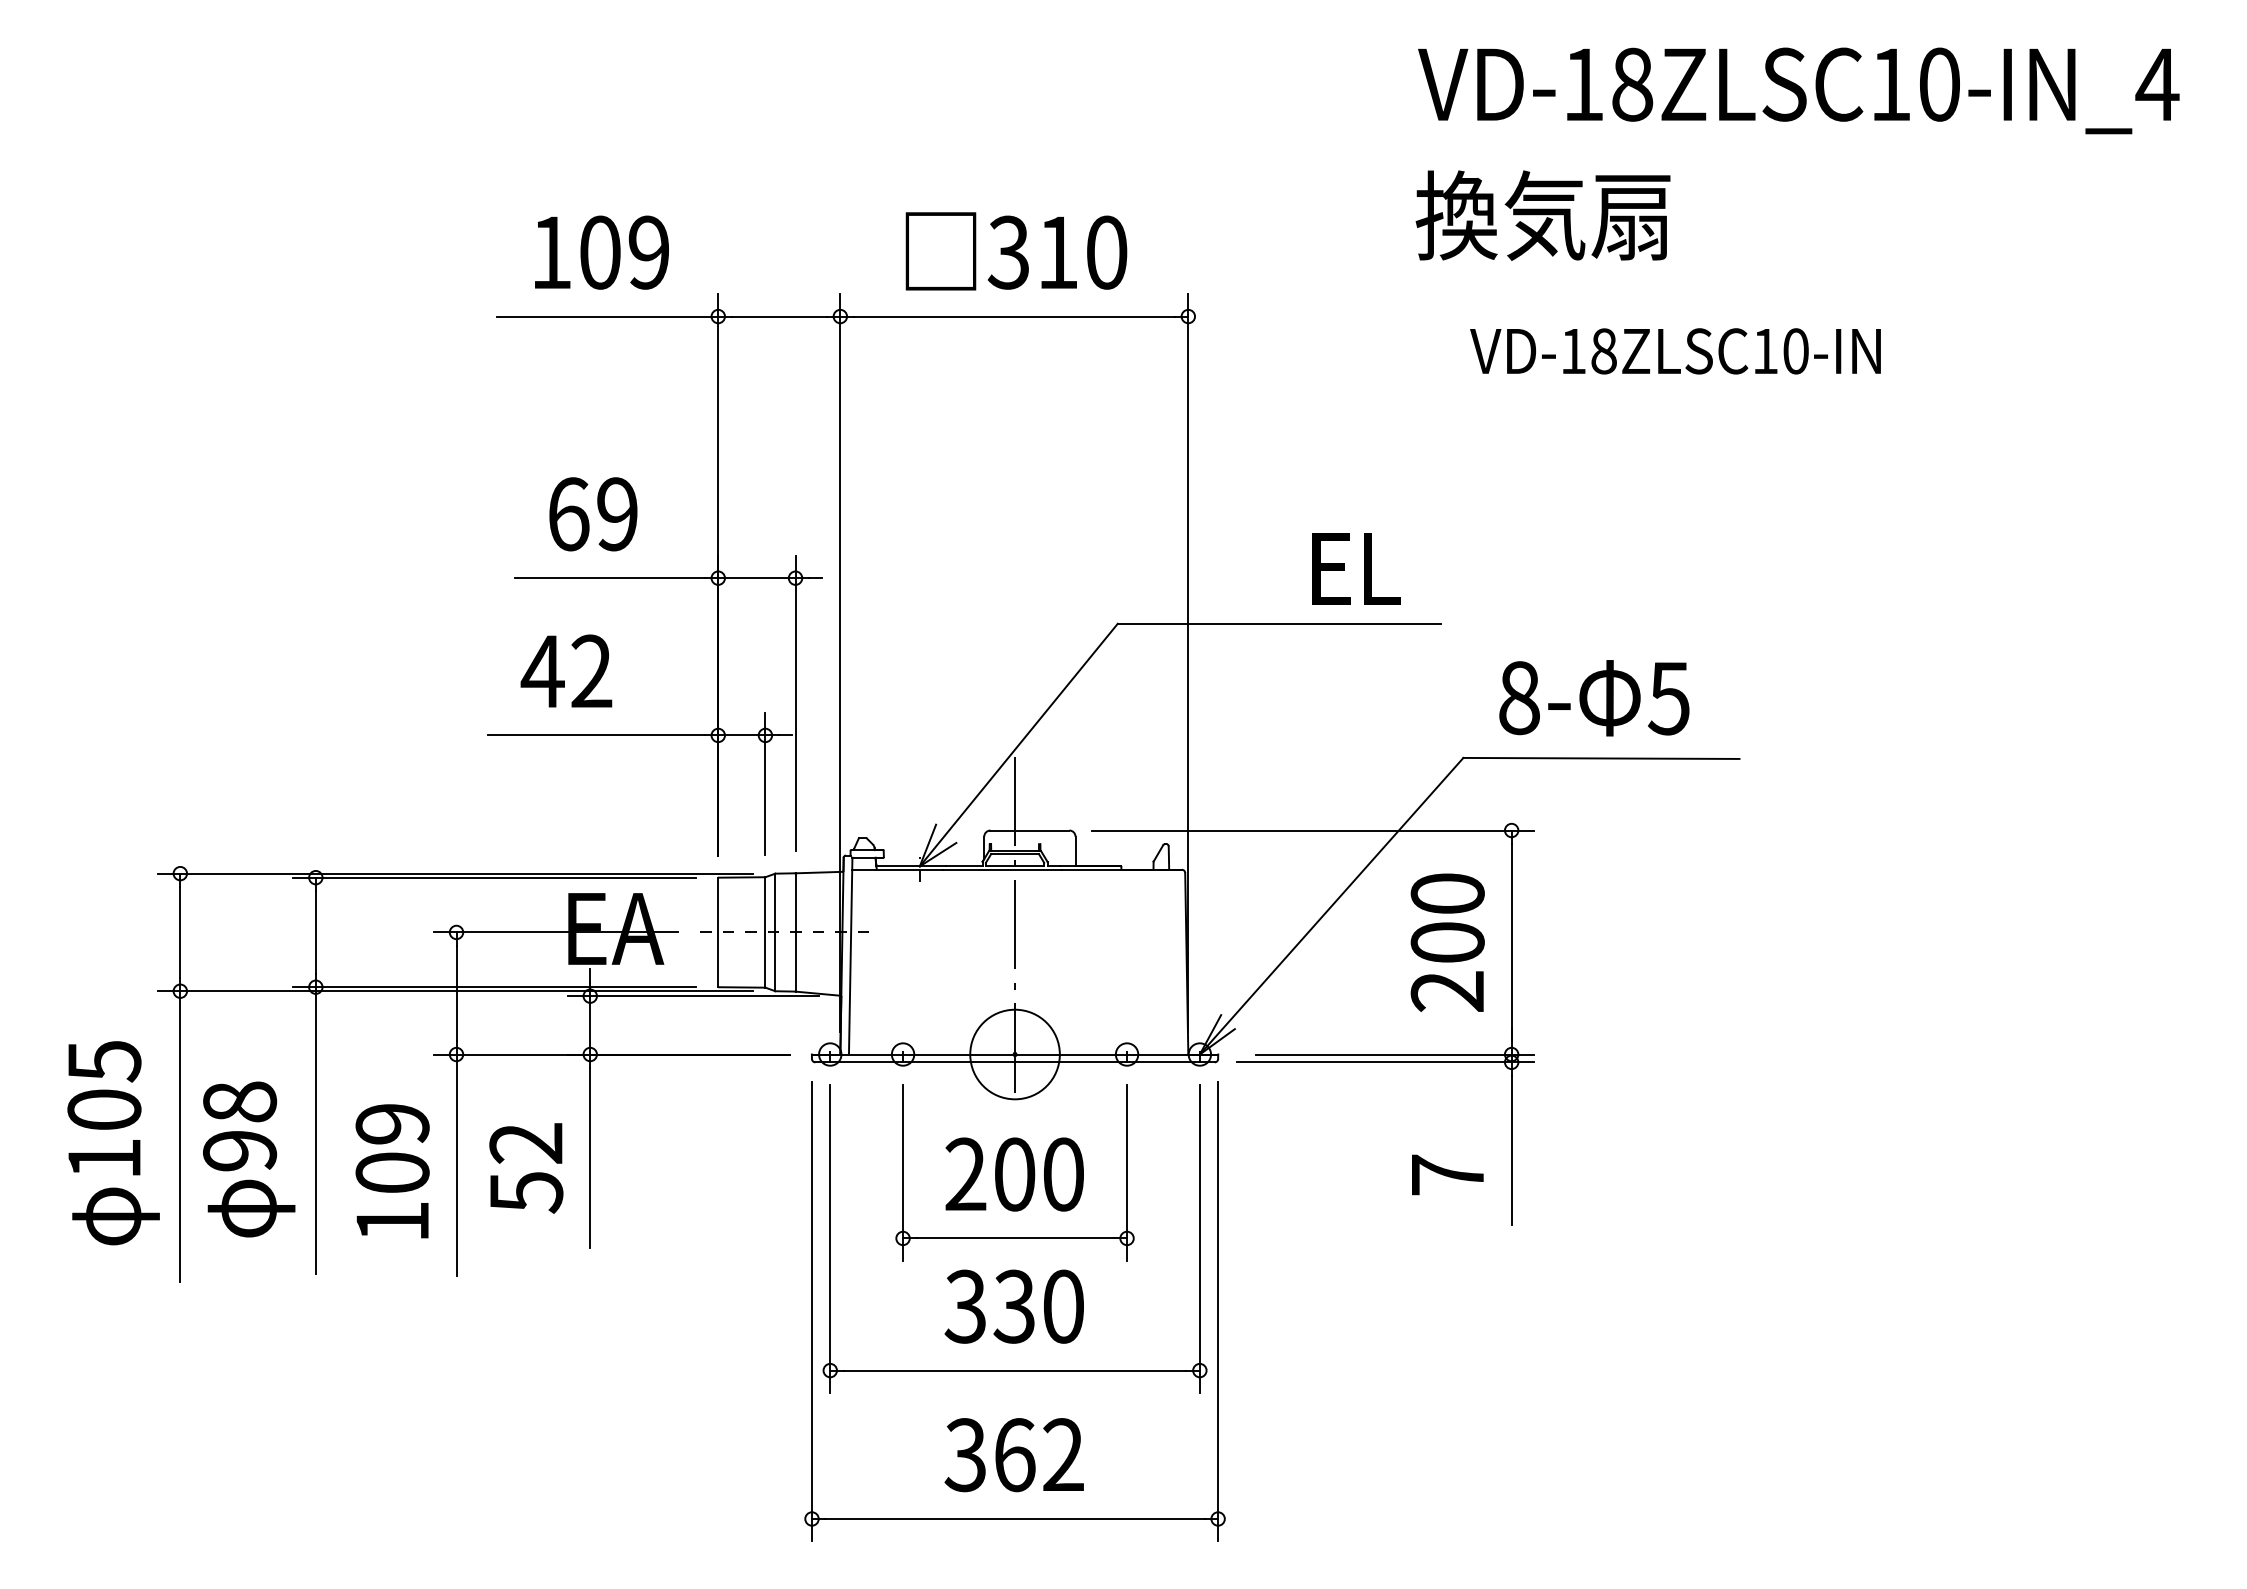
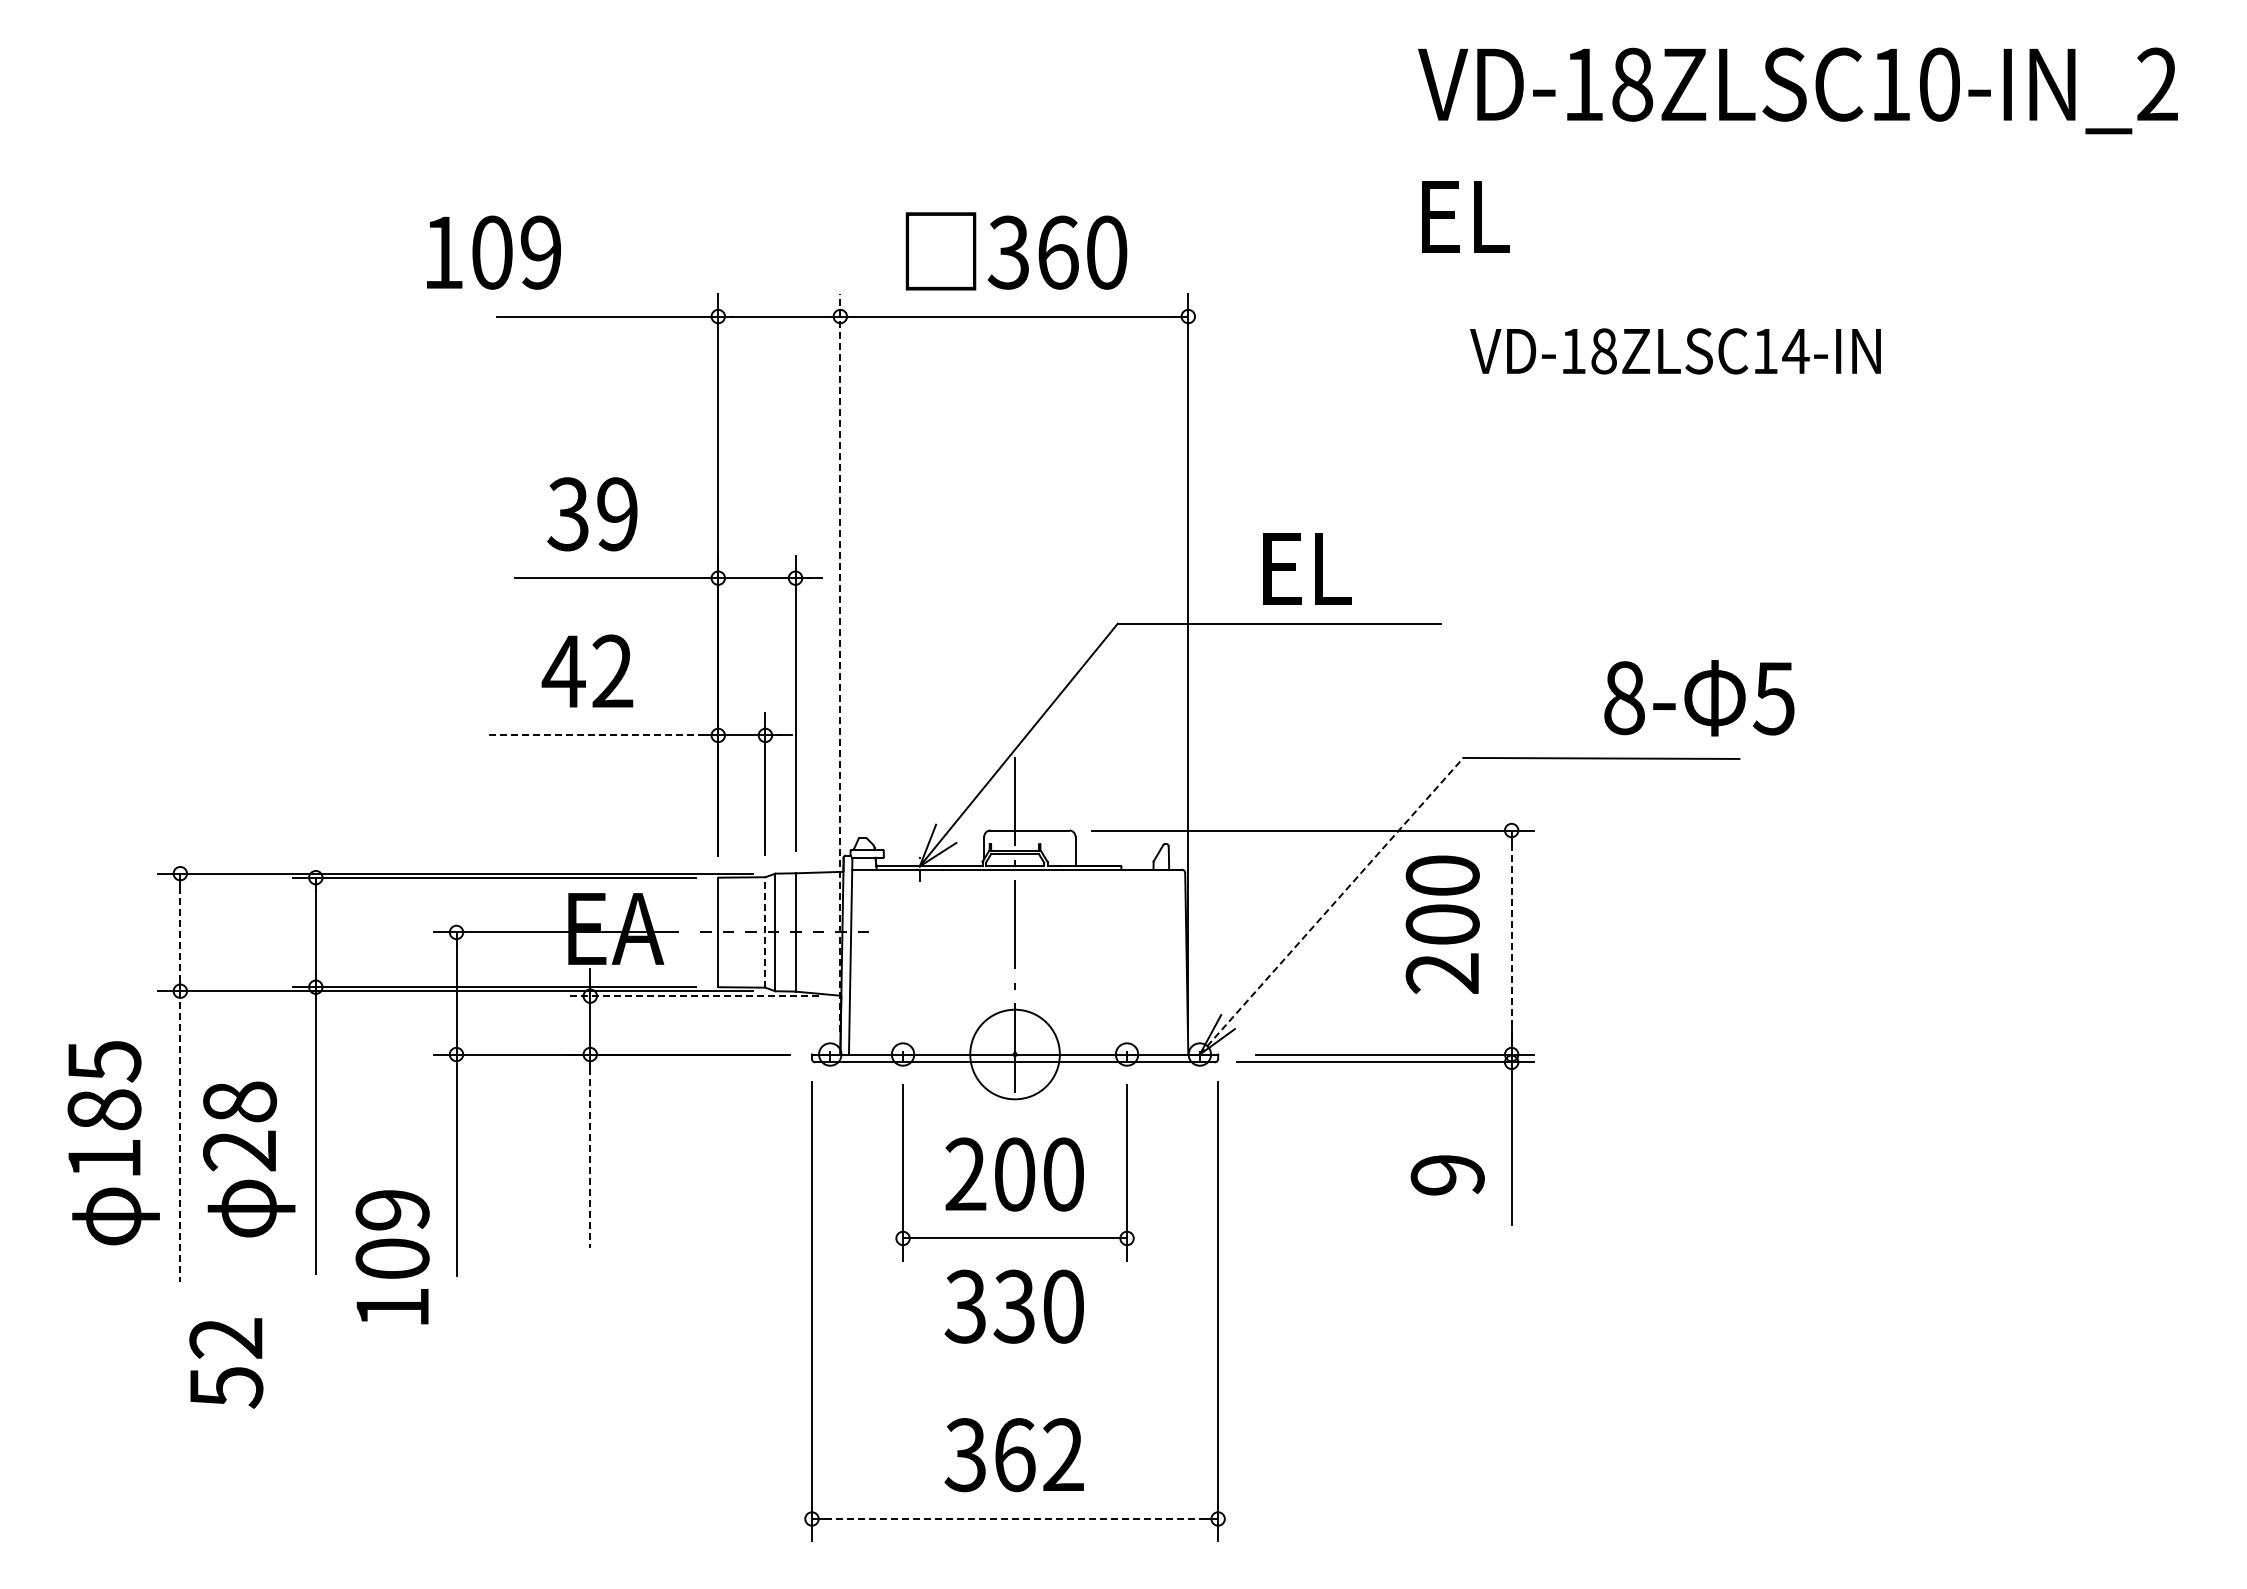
text at (2157, 83): VD-18ZLSC10-IN_4 -> VD-18ZLSC10-IN_2
text at (1542, 215): 換気扇 -> EL
text at (601, 252) position: (601, 252) -> (493, 252)
text at (1058, 252): 310 -> 360
text at (1795, 351): VD-18ZLSC10-IN -> VD-18ZLSC14-IN
text at (568, 514): 69 -> 39
text at (1356, 568) position: (1356, 568) -> (1307, 568)
line at (840, 663): solid -> dashed
text at (566, 670) position: (566, 670) -> (587, 670)
text at (1594, 698) position: (1594, 698) -> (1699, 698)
line at (596, 735): solid -> dashed
line at (1331, 905): solid -> dashed
line at (765, 931): solid -> dashed
line at (180, 932): solid -> dashed
text at (1447, 942) position: (1447, 942) -> (1442, 924)
line at (1511, 942): solid -> dashed
line at (692, 996): solid -> dashed
text at (104, 1109): 105 -> 185
line at (180, 1137): solid -> dashed
text at (240, 1150): 98 -> 28
line at (590, 1157): solid -> dashed
text at (526, 1168) position: (526, 1168) -> (226, 1363)
text at (392, 1171) position: (392, 1171) -> (392, 1257)
text at (1447, 1174): 7 -> 9
part at (1014, 1370): present -> none
line at (1015, 1518): solid -> dashed
